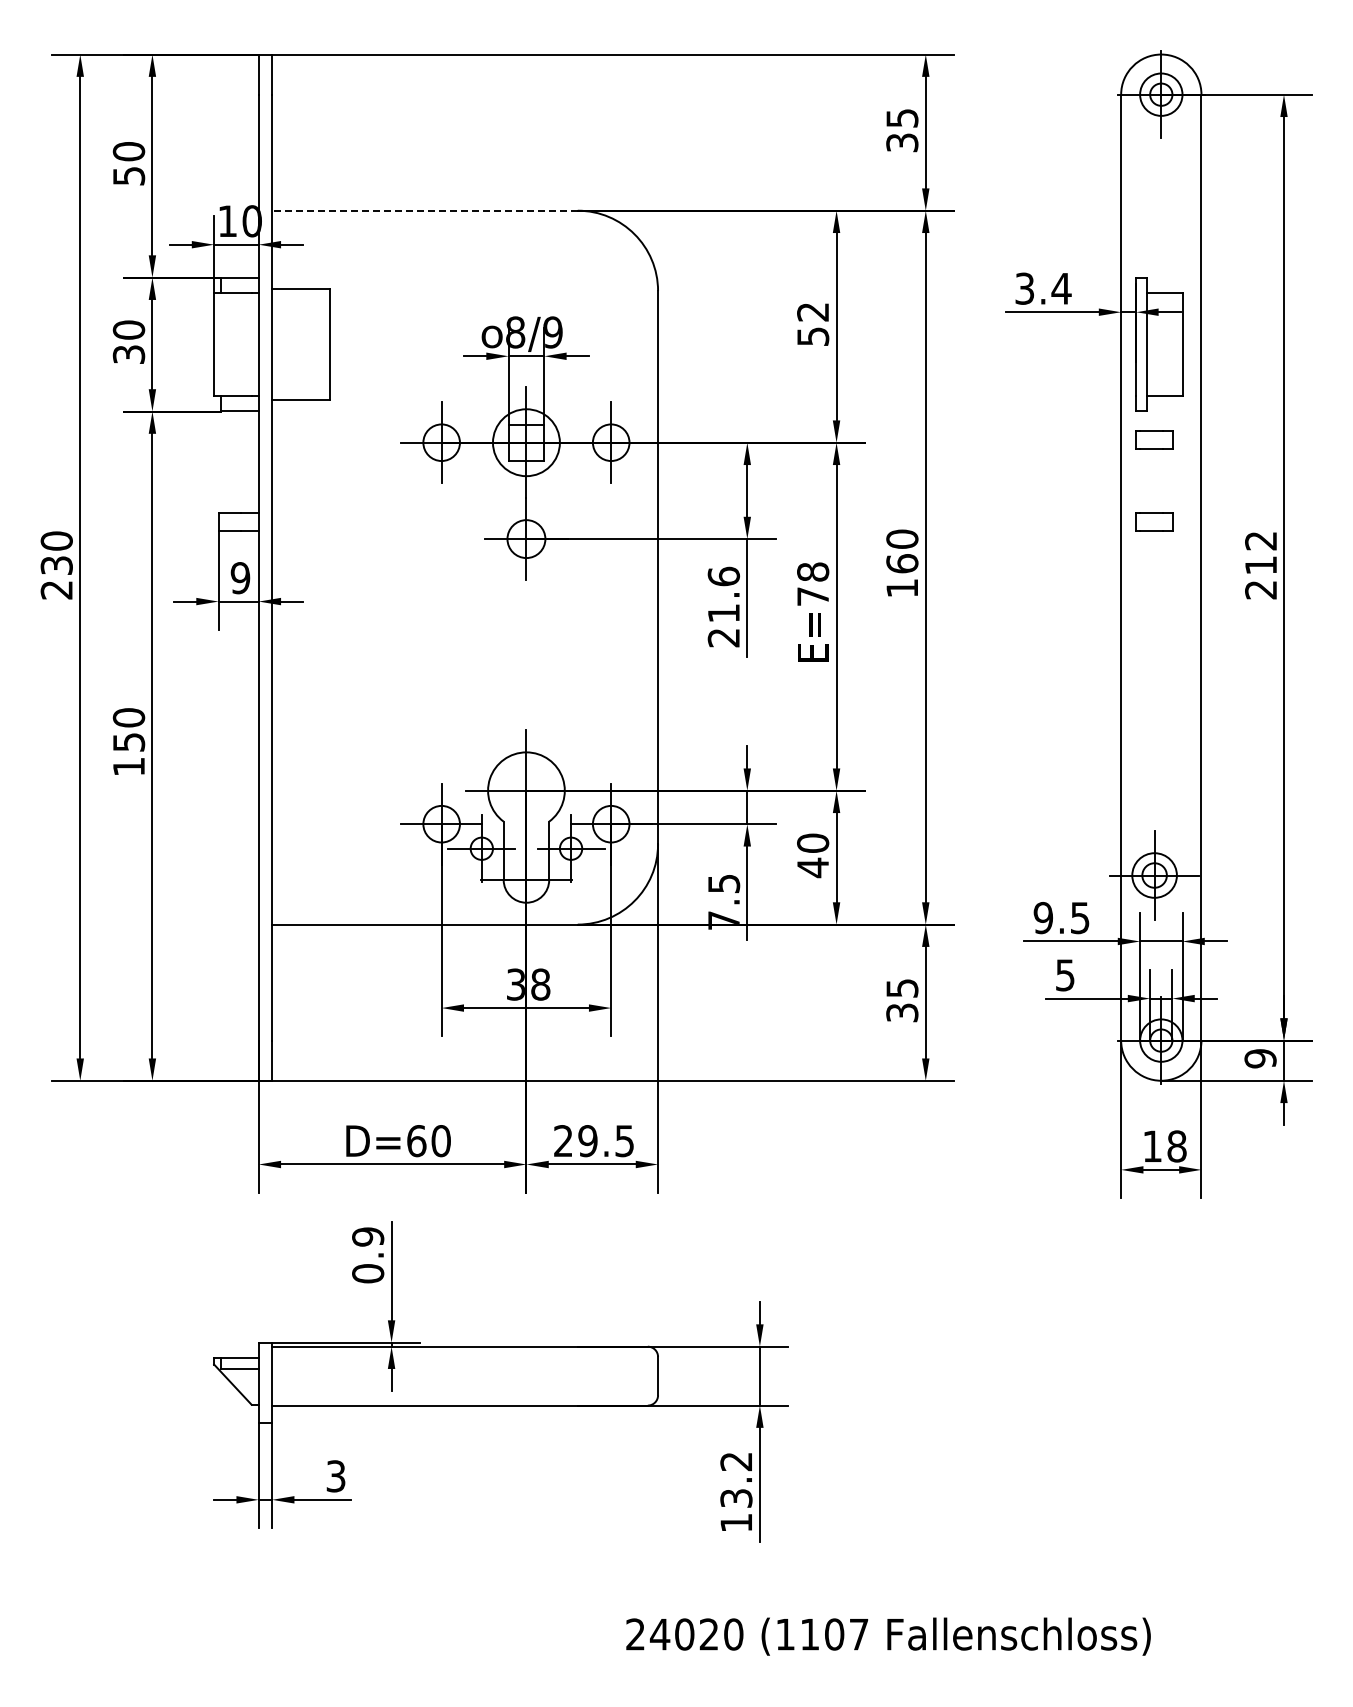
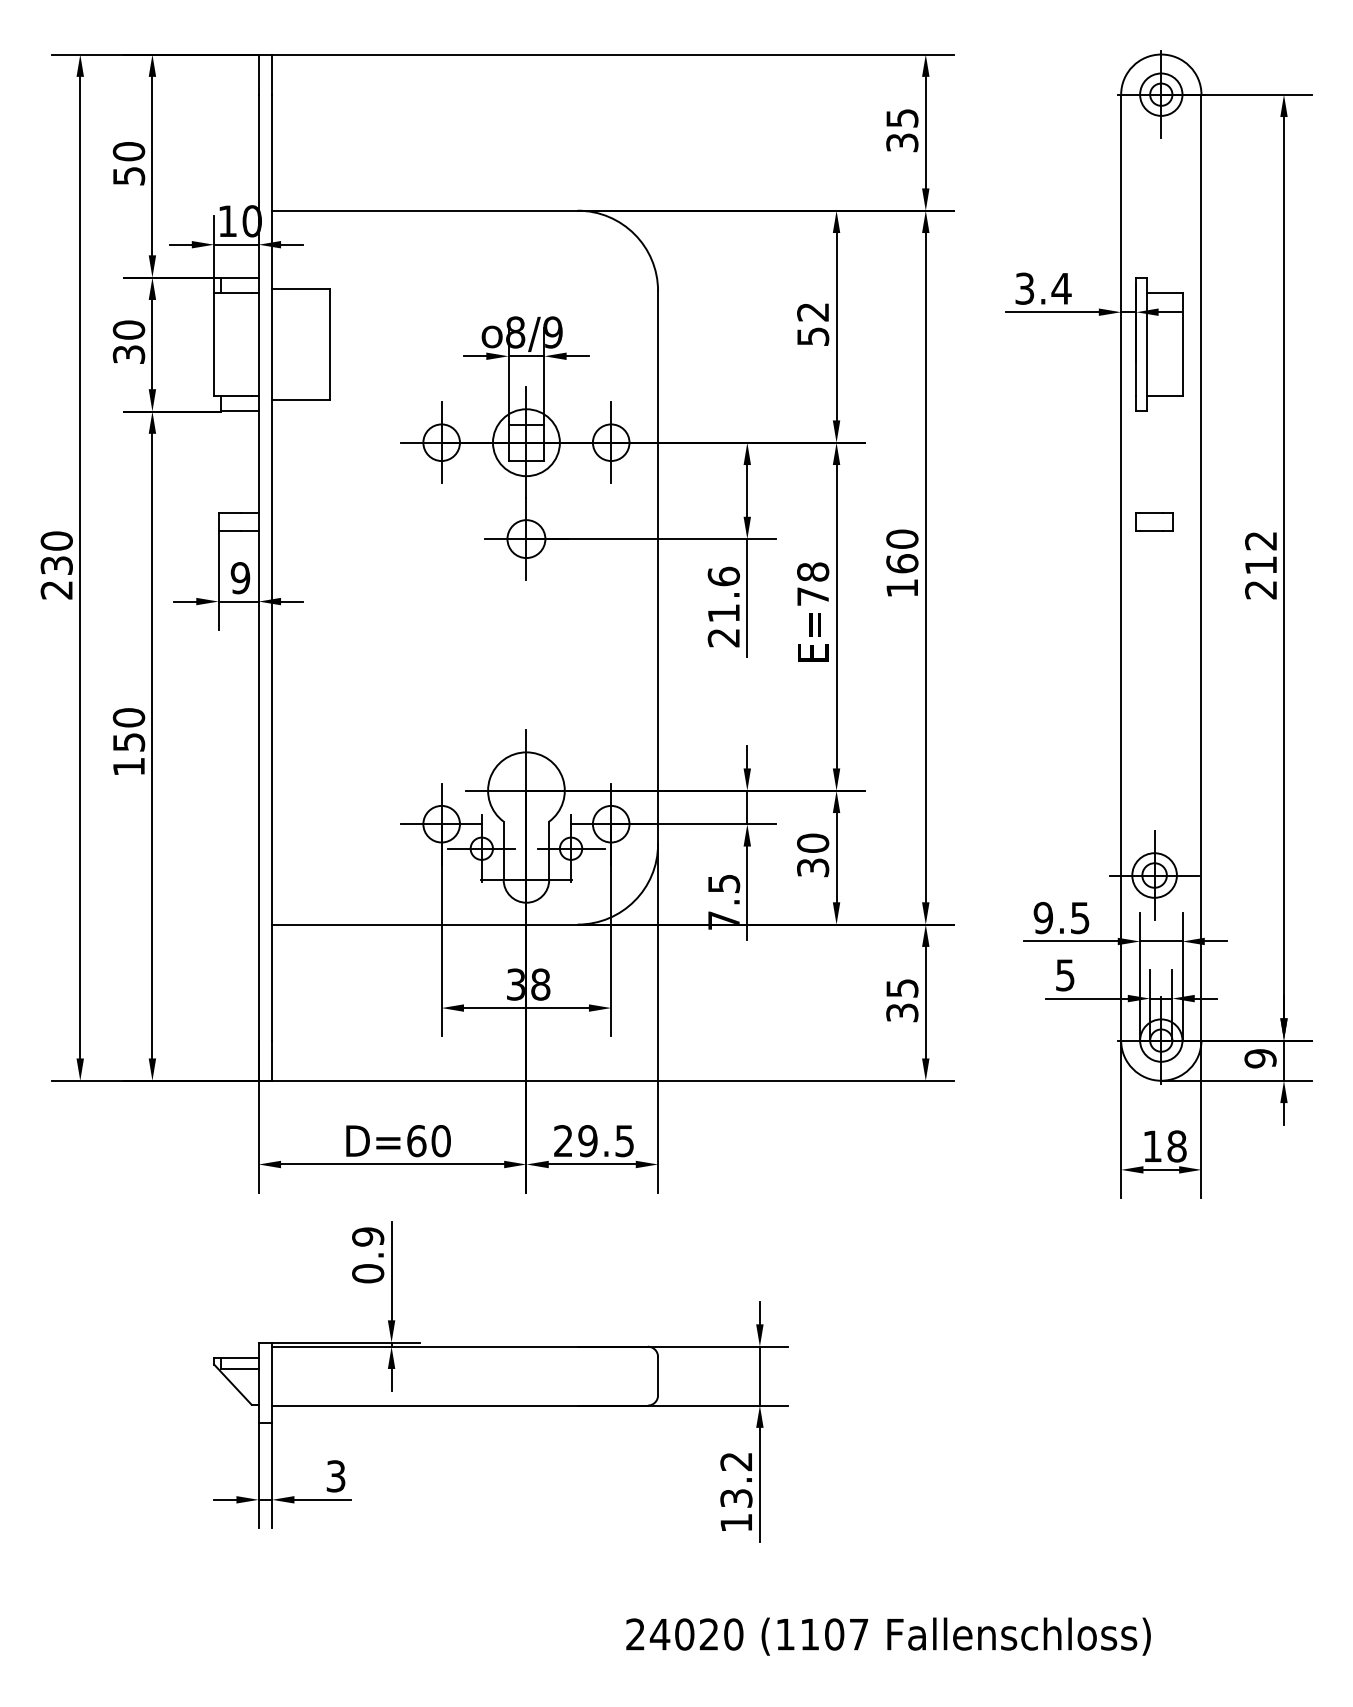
line at (424, 210): dashed -> solid
part at (1154, 439): present -> none
text at (813, 867): 40 -> 30
